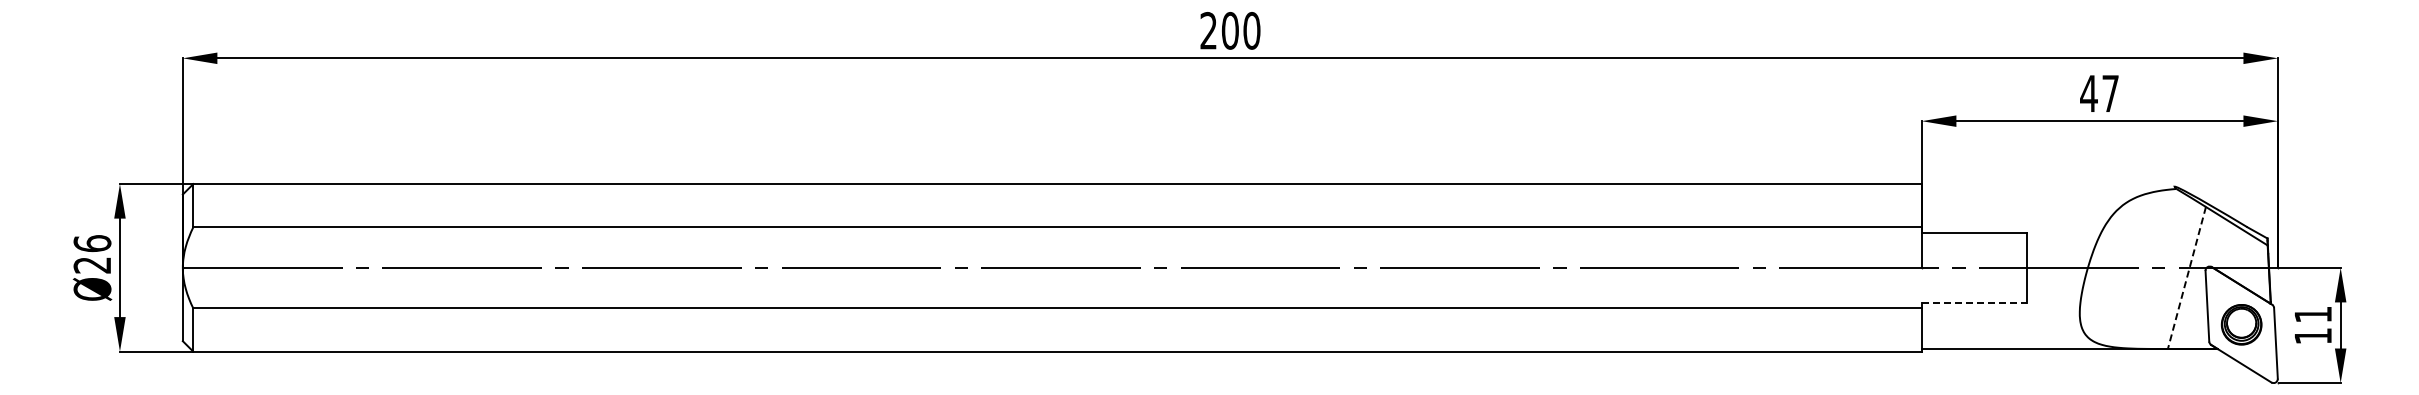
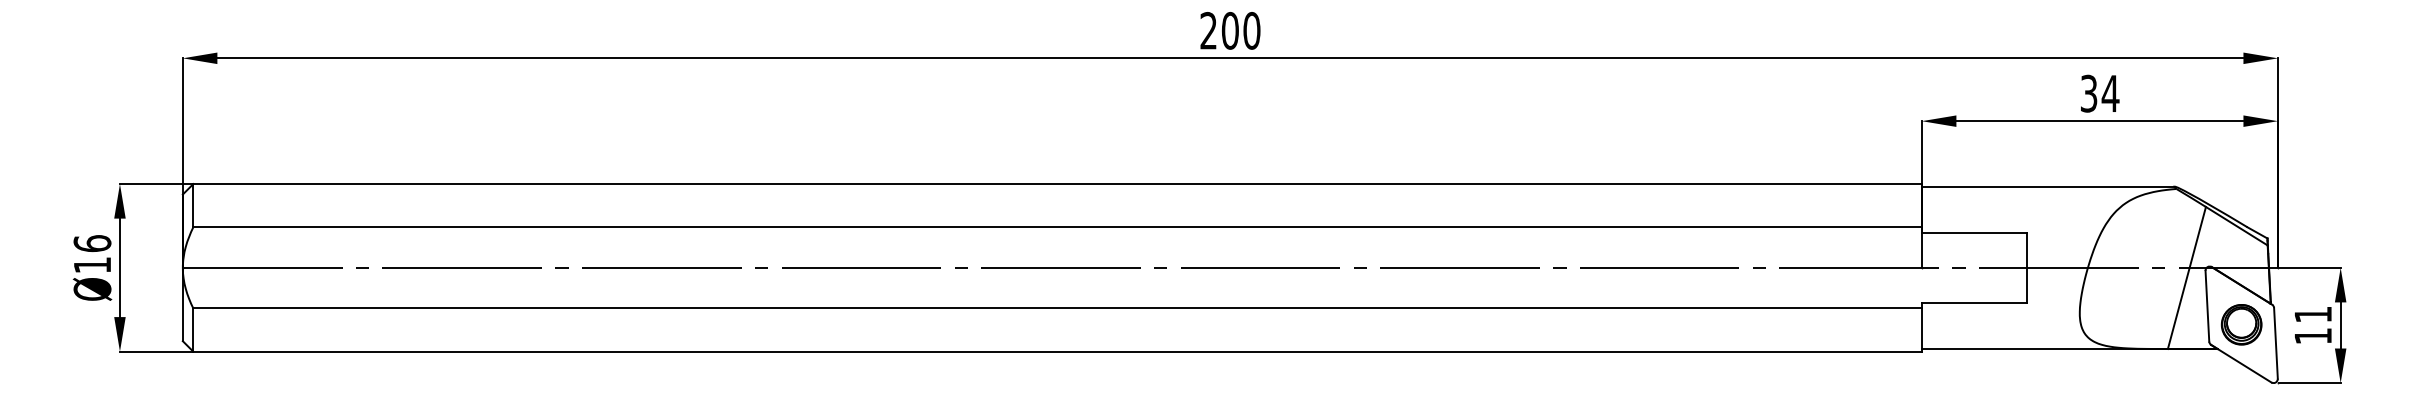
text at (2099, 93): 47 -> 34
line at (2047, 186): none -> present
text at (91, 265): Ø26 -> Ø16
line at (2186, 278): dashed -> solid
line at (1974, 302): dashed -> solid
